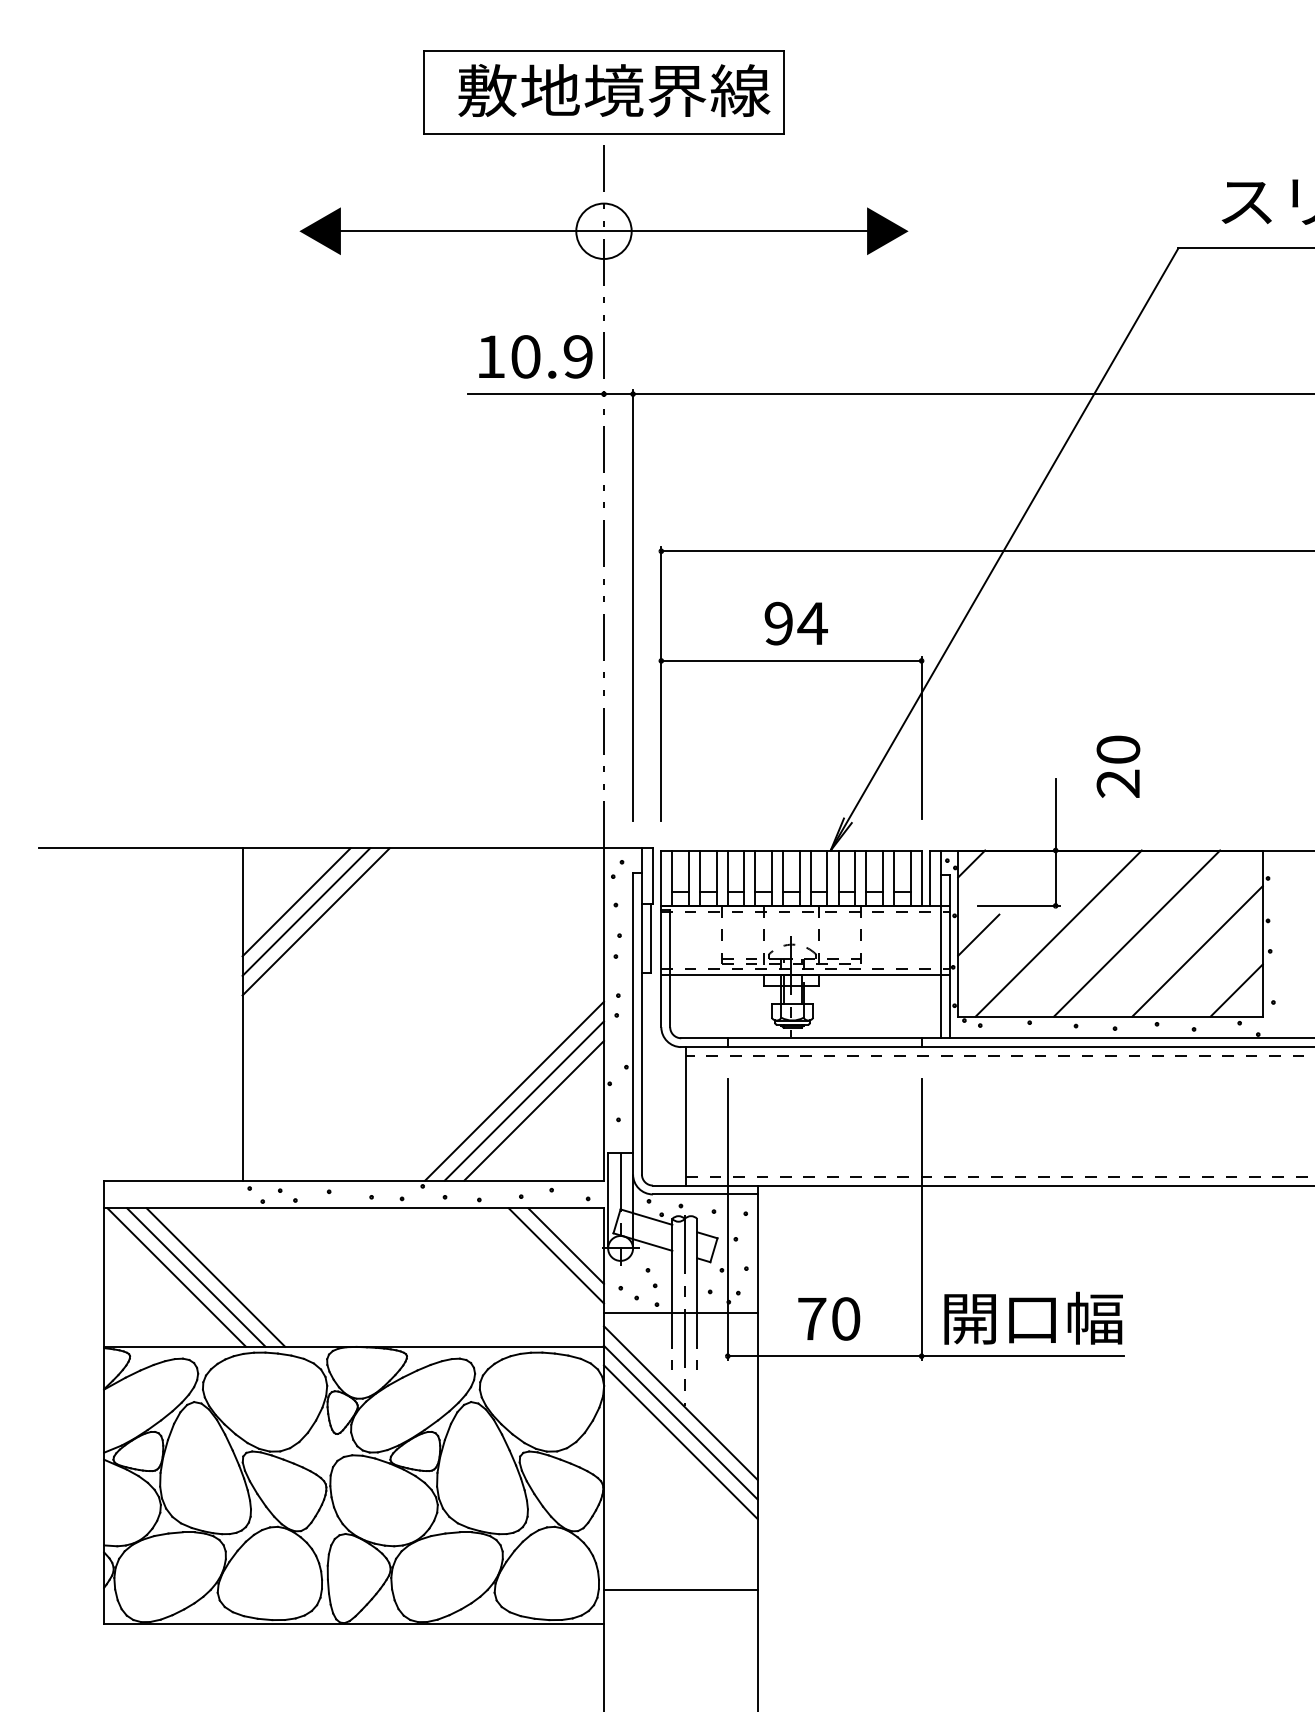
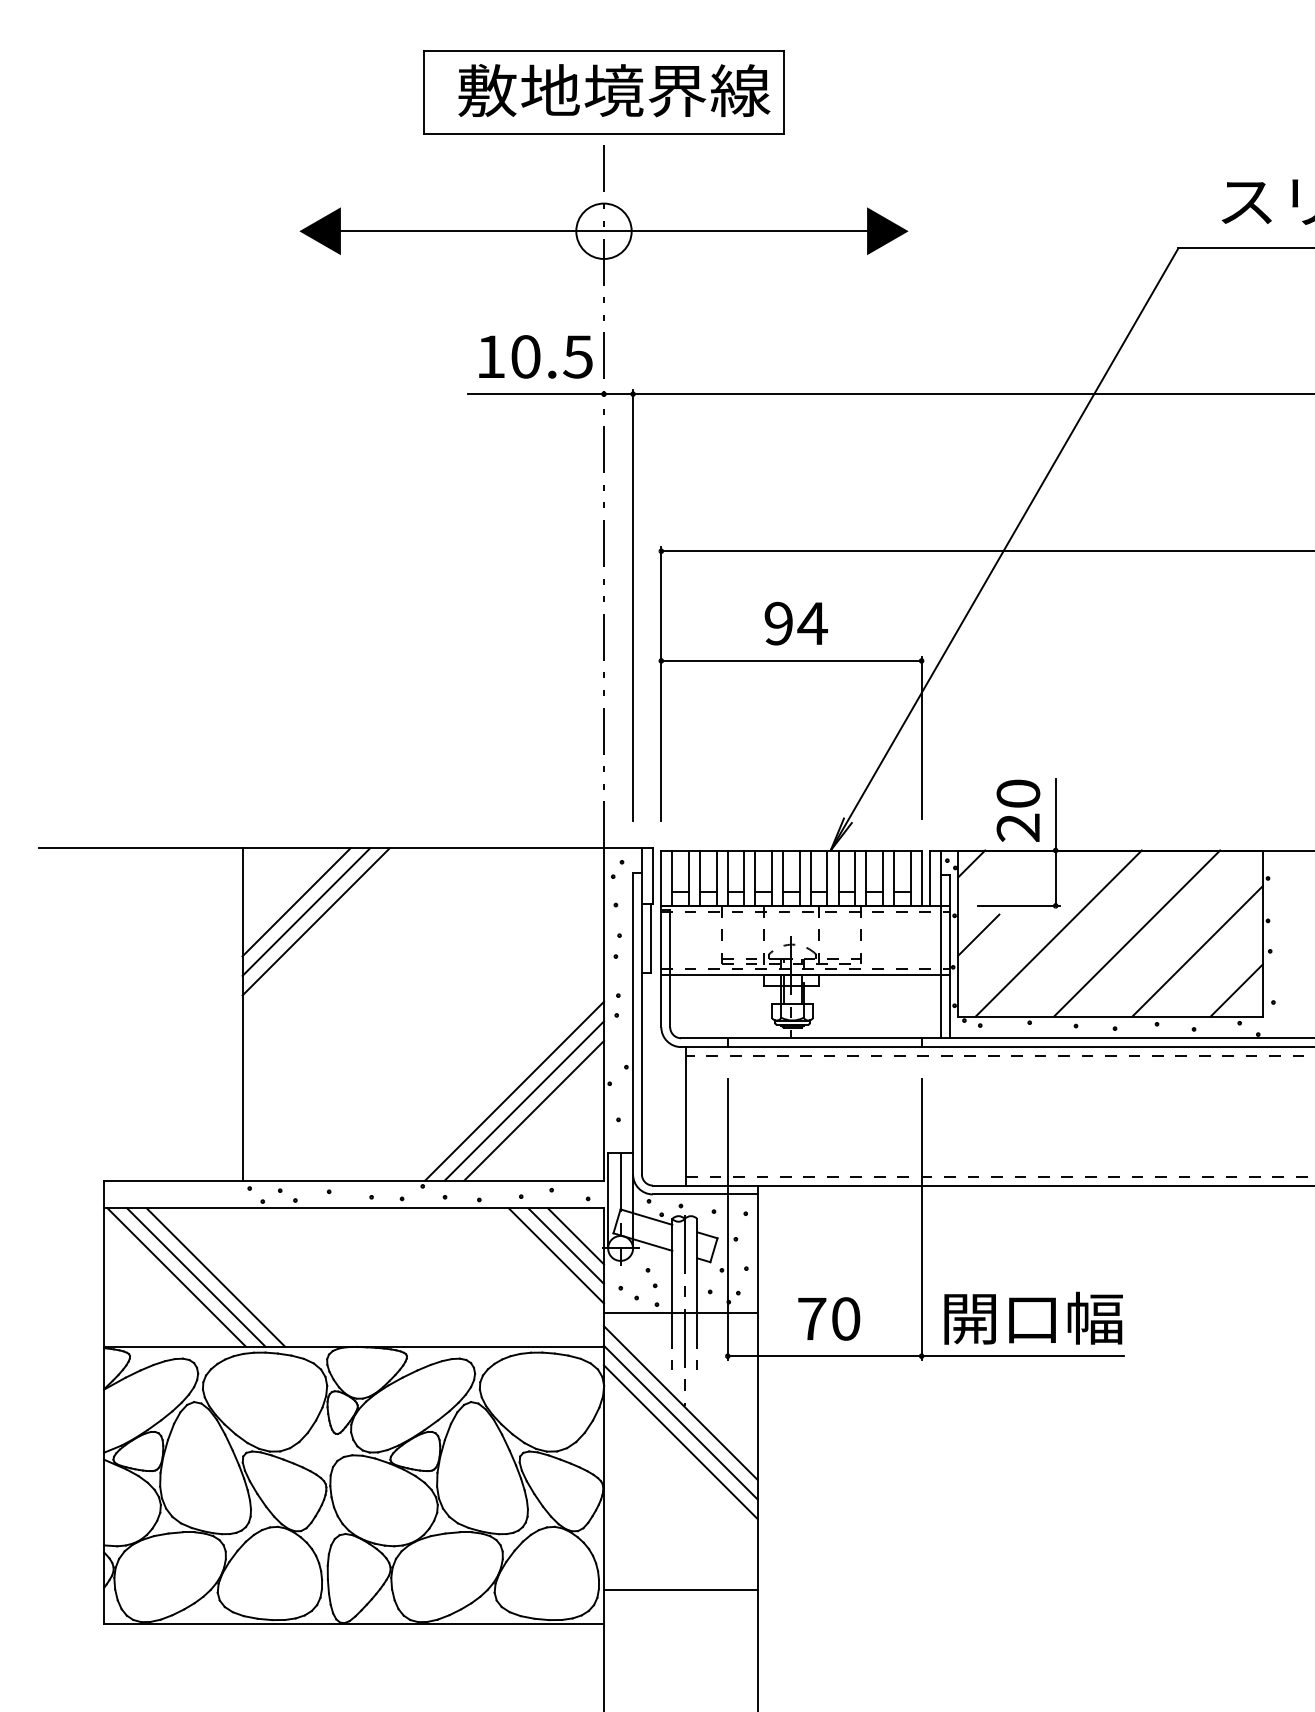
text at (577, 356): 10.9 -> 10.5
text at (1118, 766) position: (1118, 766) -> (1018, 810)
line at (575, 1236): none -> present
